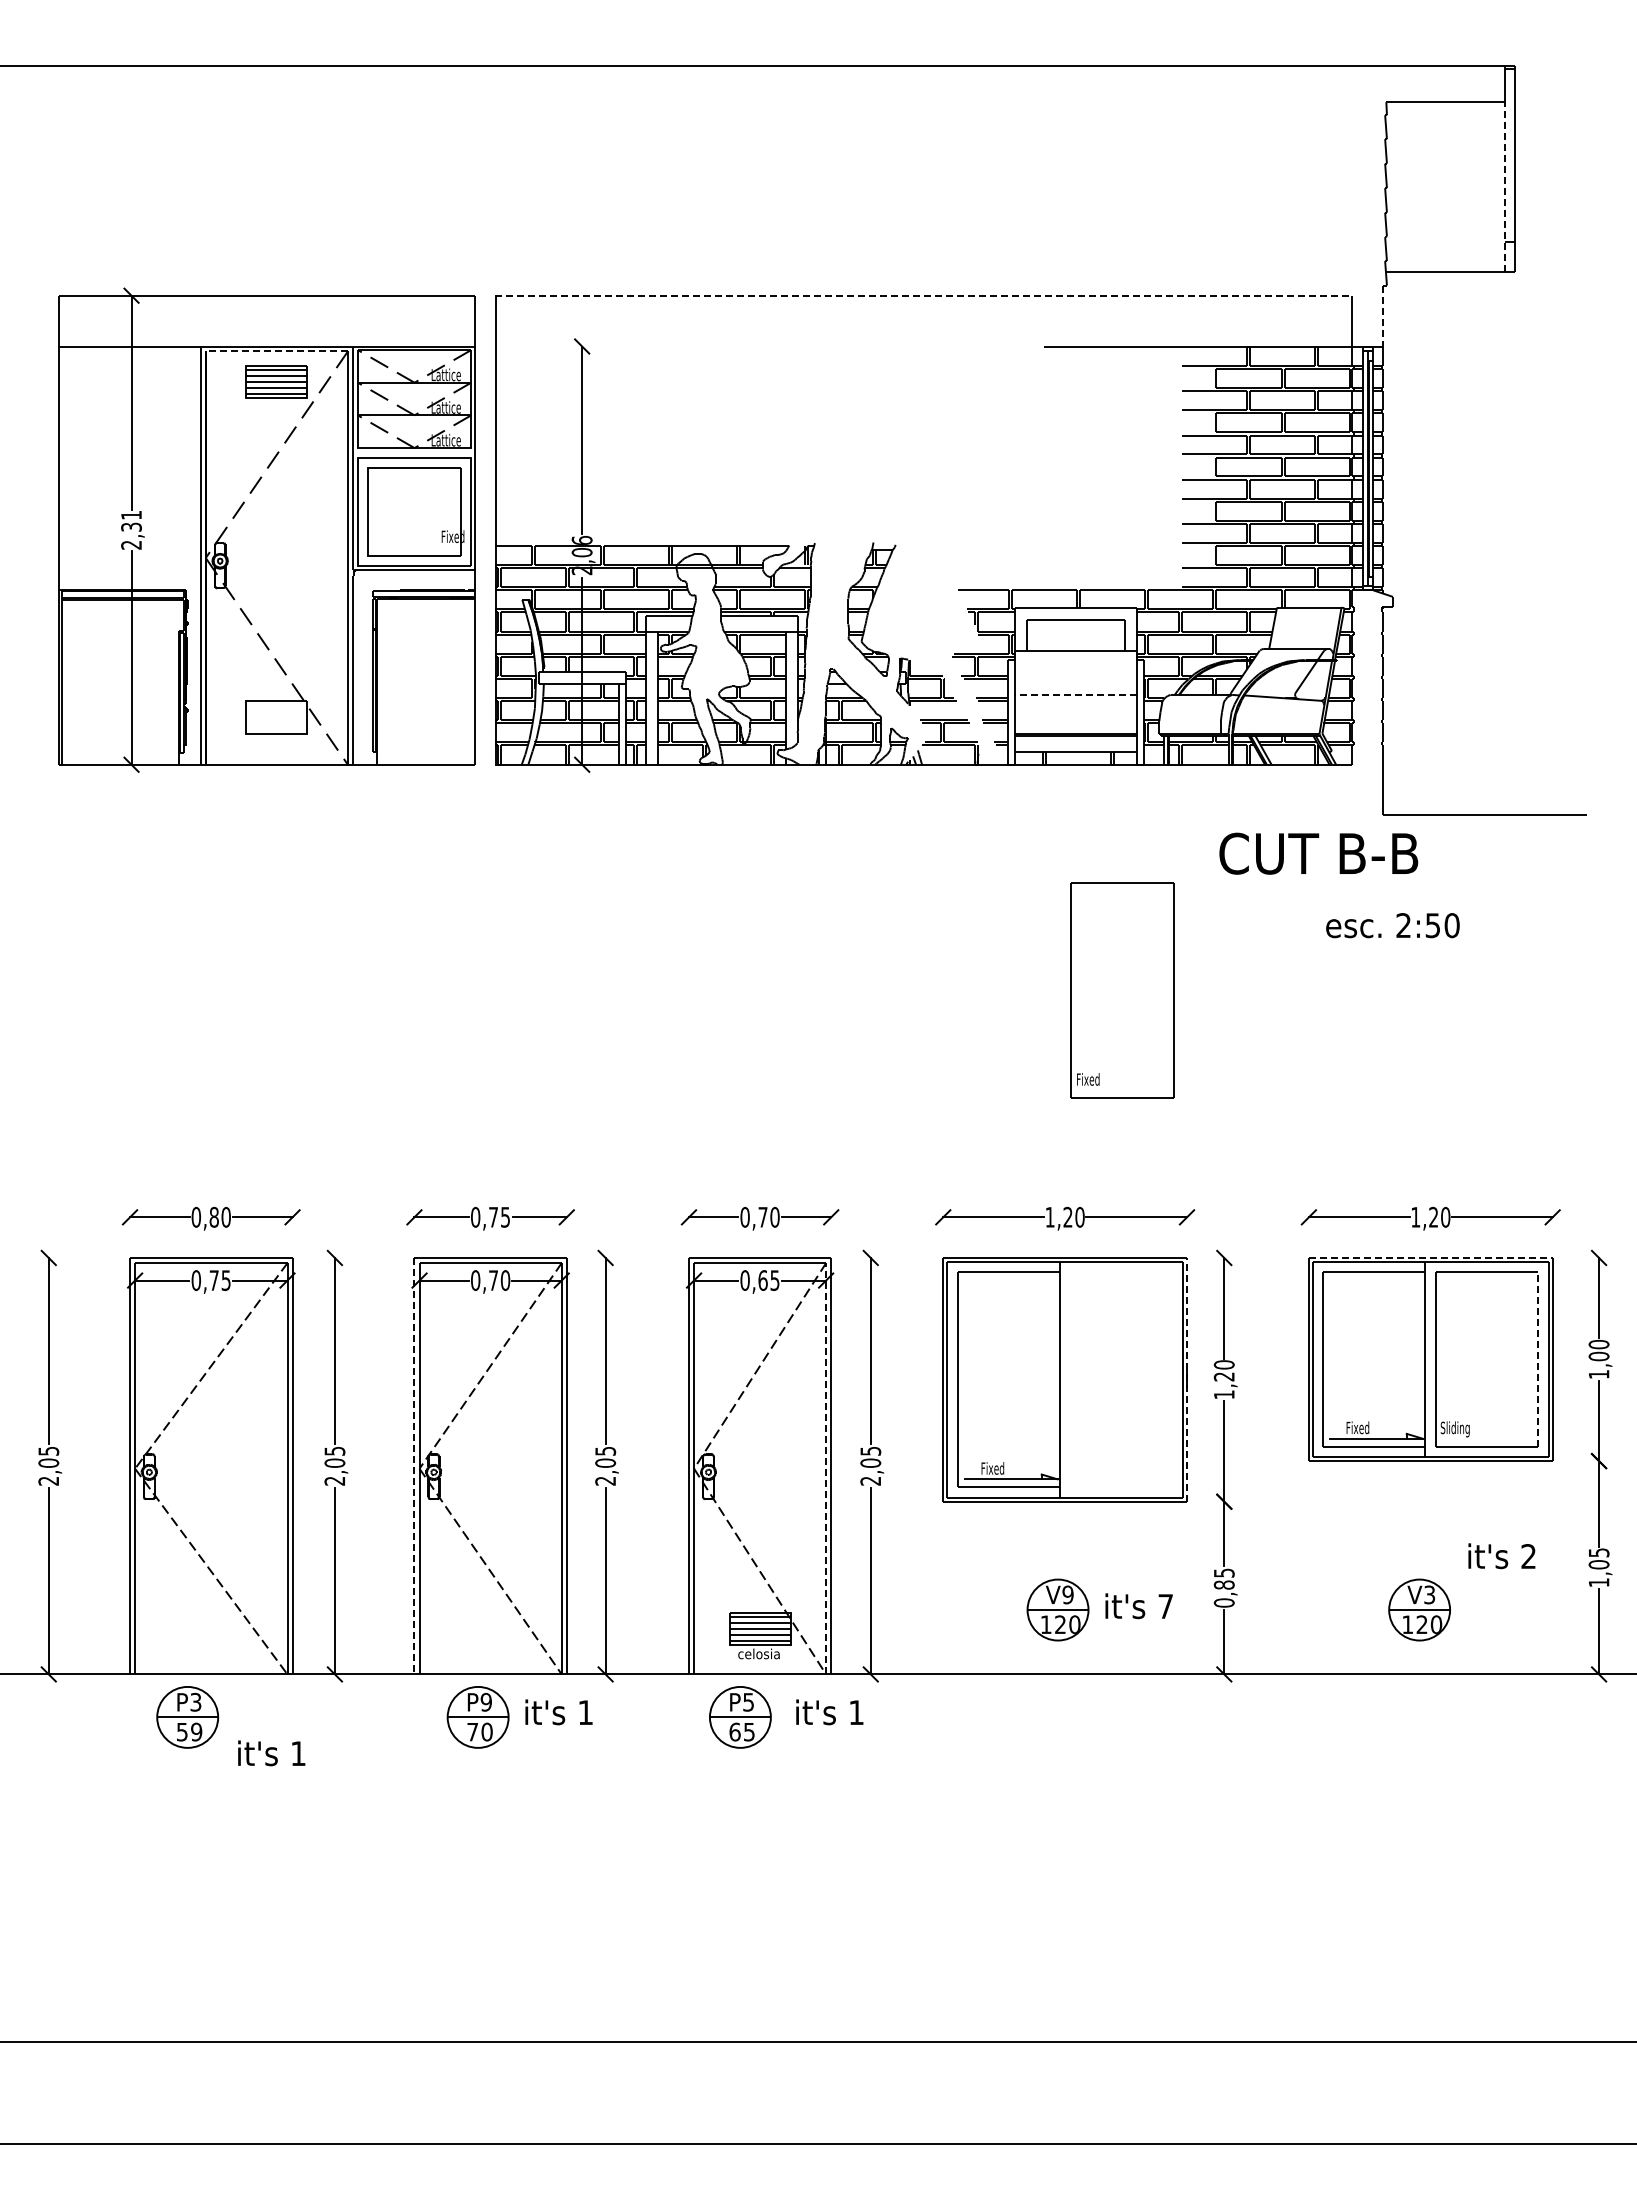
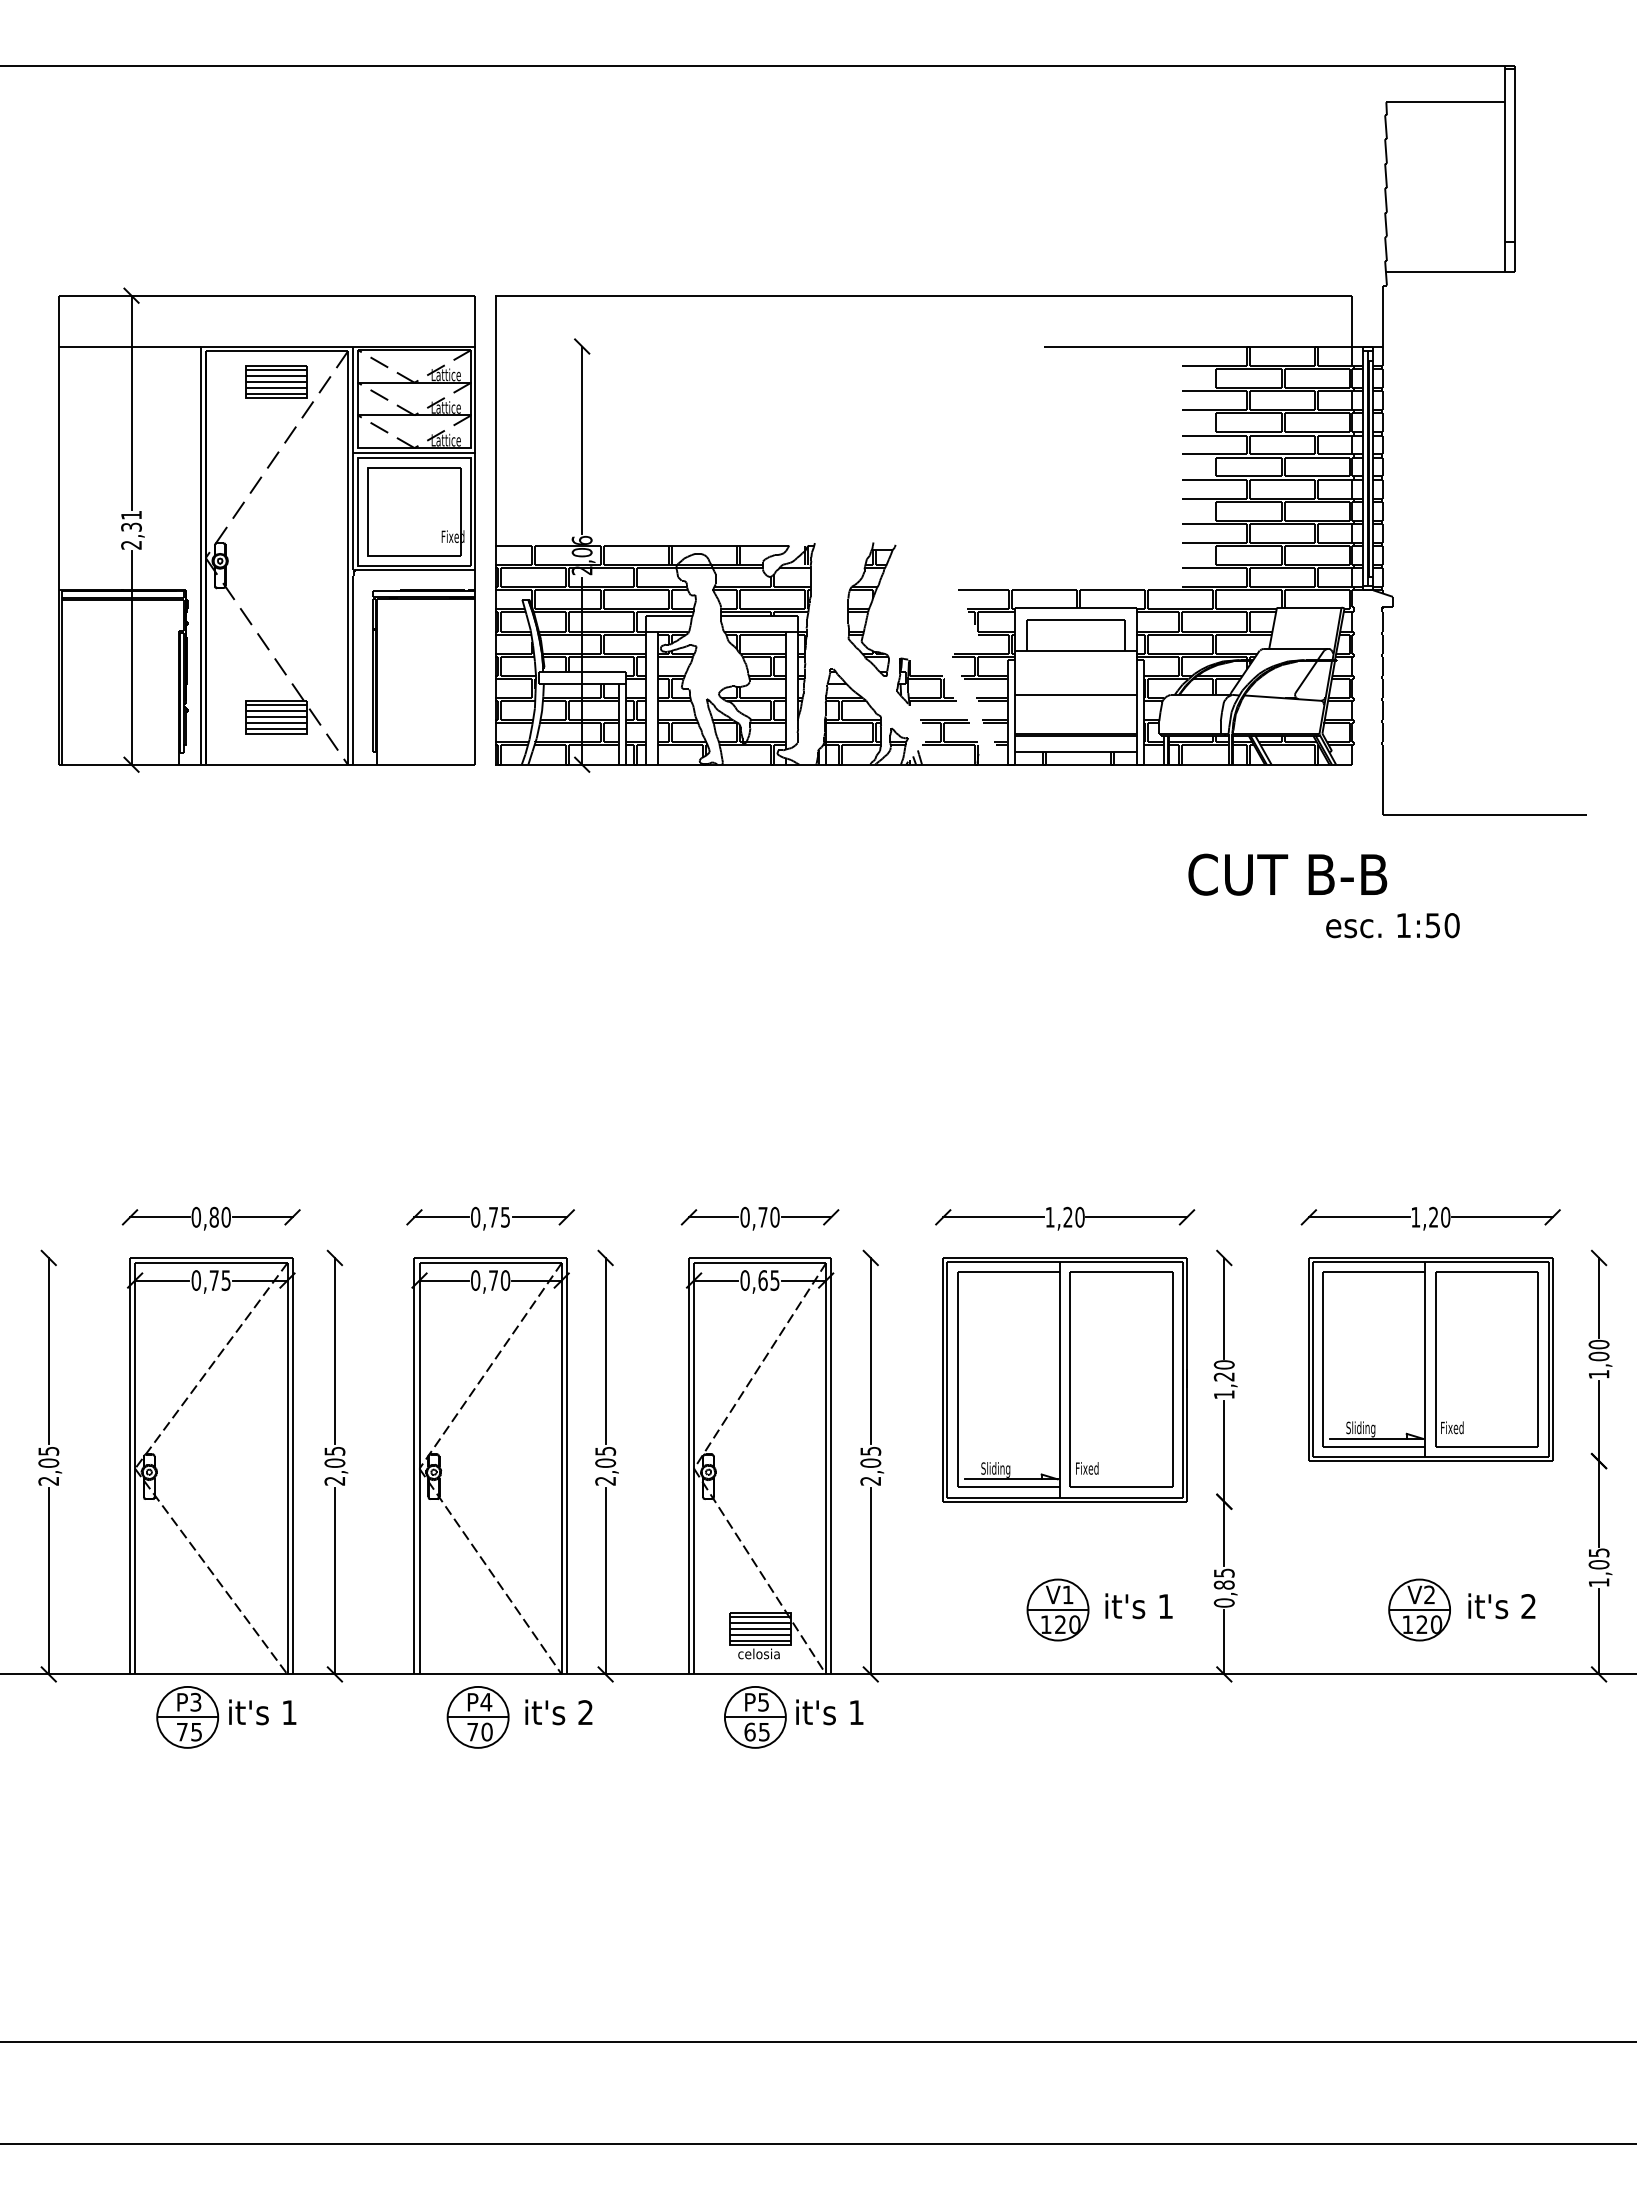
line at (1505, 186): dashed -> solid
line at (923, 295): dashed -> solid
line at (1383, 316): dashed -> solid
line at (276, 351): dashed -> solid
line at (414, 453): none -> present
line at (1075, 694): dashed -> solid
hatch at (276, 717): none -> present
text at (1318, 853) position: (1318, 853) -> (1287, 874)
text at (1403, 925): 2:50 -> 1:50
part at (1122, 990) position: (1122, 990) -> (1121, 1379)
line at (1430, 1257): dashed -> solid
line at (1538, 1359): dashed -> solid
line at (1187, 1379): dashed -> solid
text at (1360, 1429): Fixed -> Sliding
text at (1454, 1429): Sliding -> Fixed
line at (414, 1466): dashed -> solid
line at (826, 1468): dashed -> solid
text at (995, 1469): Fixed -> Sliding
text at (1501, 1556) position: (1501, 1556) -> (1501, 1606)
text at (1067, 1594): V9 -> V1
text at (1429, 1595): V3 -> V2
text at (1165, 1606): 7 -> 1
text at (486, 1701): P9 -> P4
text at (585, 1712): 1 -> 2
part at (740, 1717) position: (740, 1717) -> (755, 1717)
text at (189, 1731): 59 -> 75
text at (271, 1753) position: (271, 1753) -> (262, 1712)
